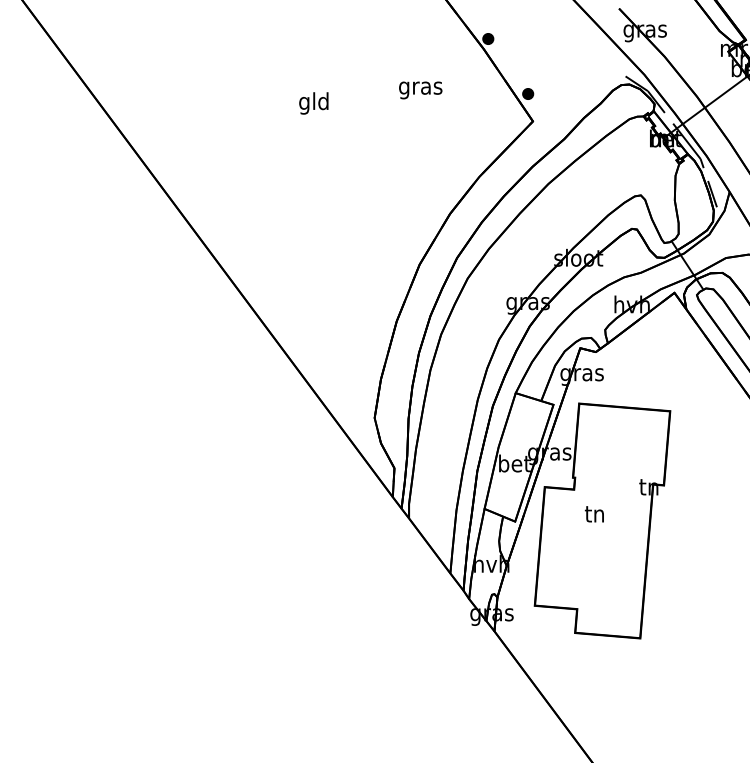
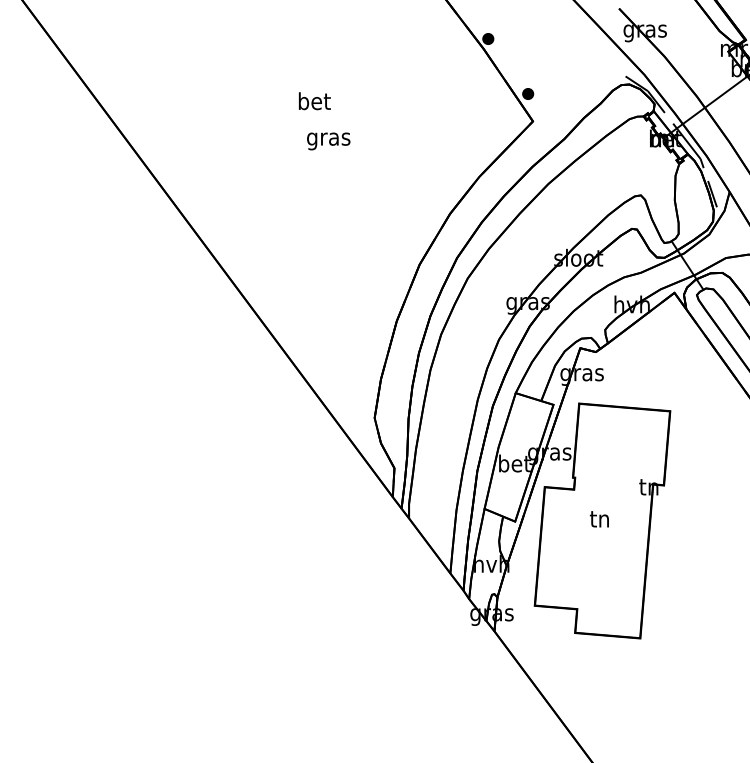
text at (420, 90) position: (420, 90) -> (328, 141)
text at (314, 103): gld -> bet
text at (593, 514) position: (593, 514) -> (598, 519)
